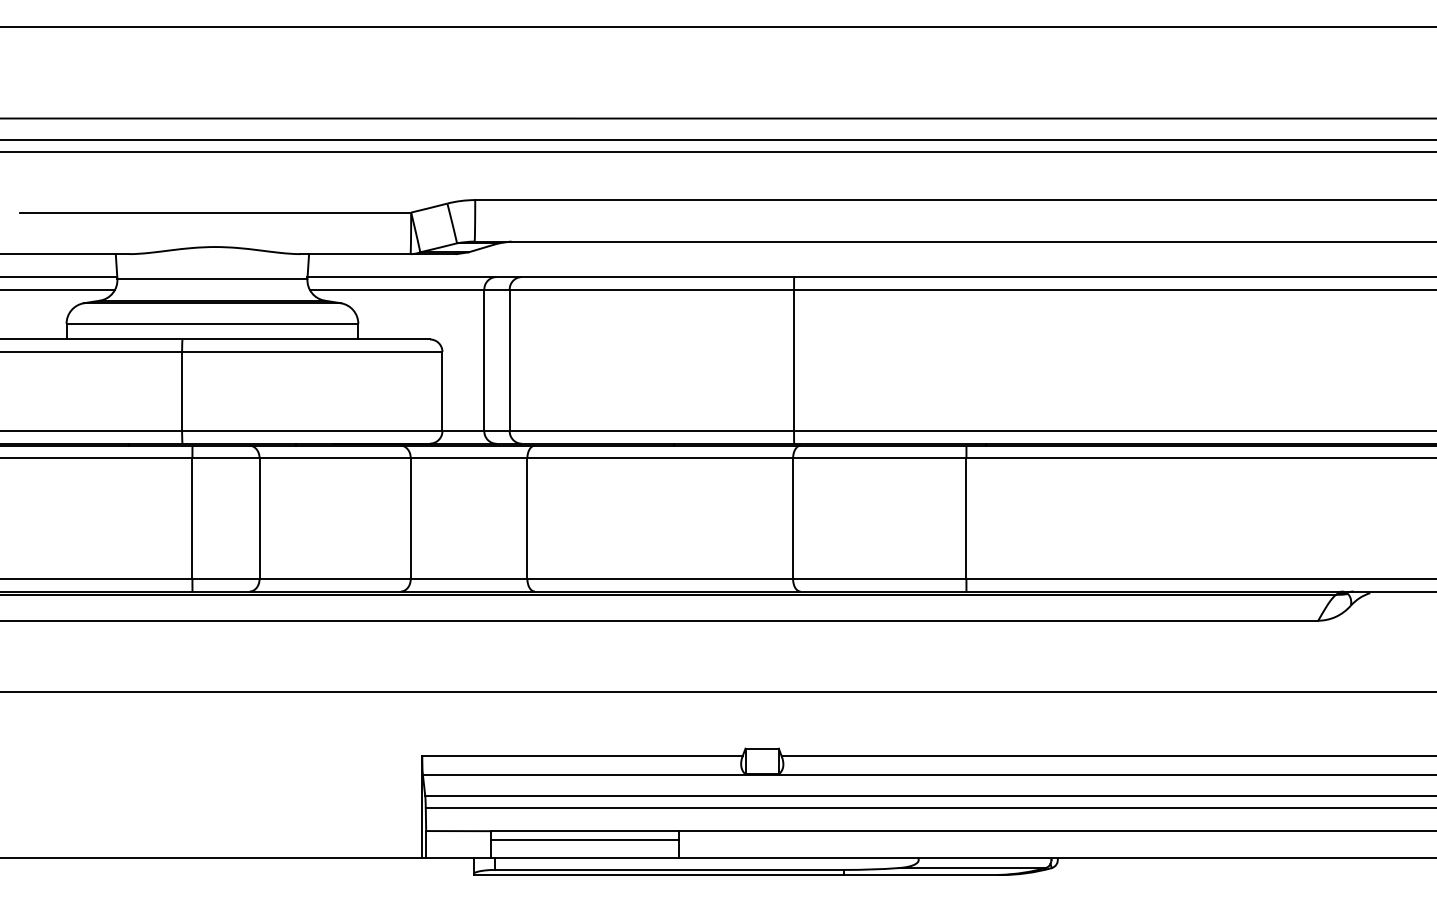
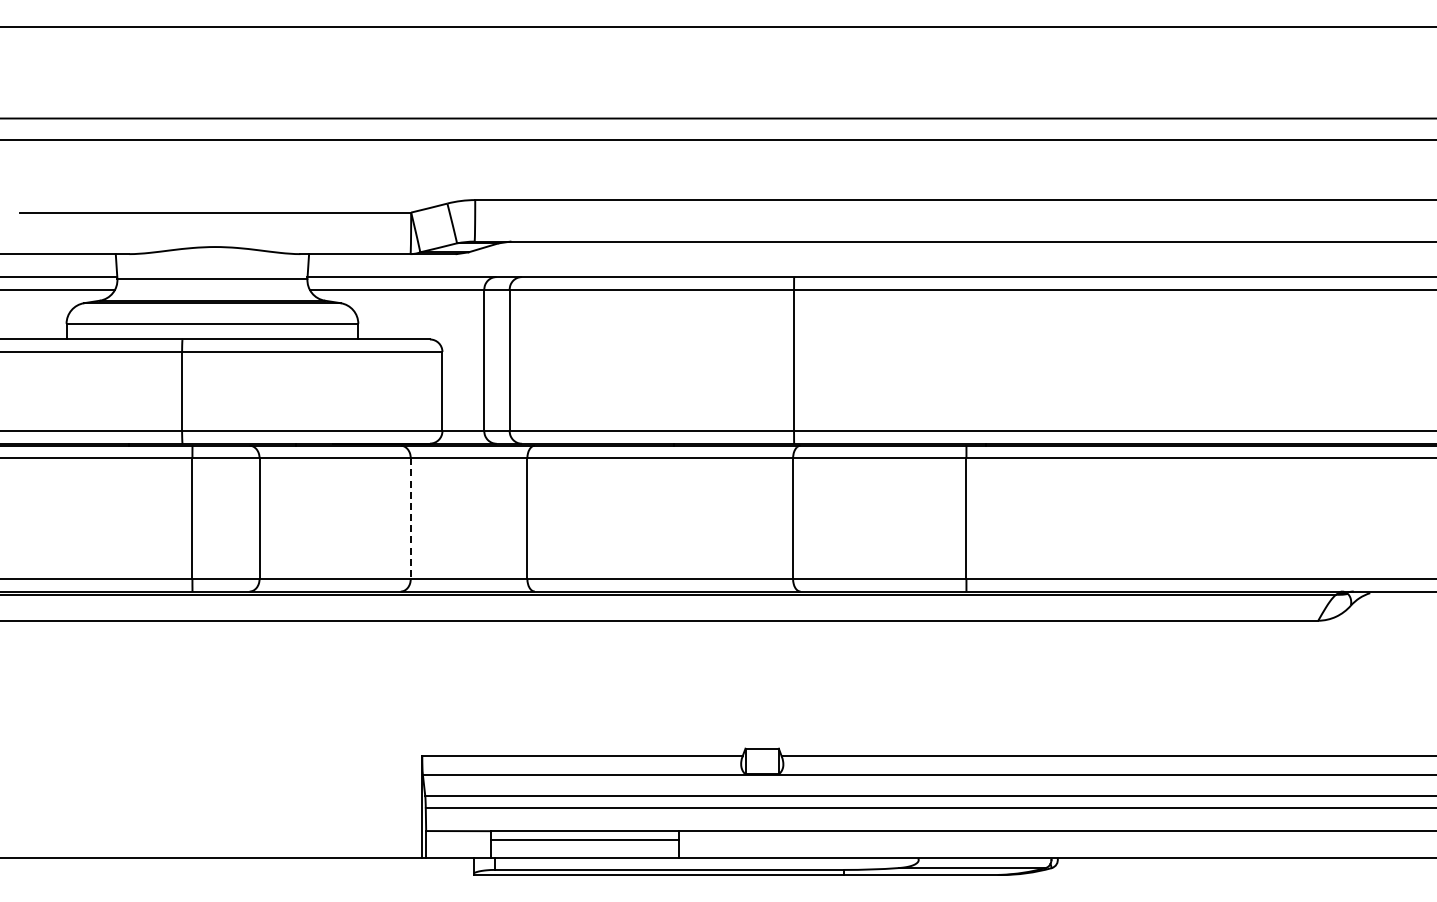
line at (717, 151): present -> none
line at (410, 519): solid -> dashed
line at (717, 691): present -> none
